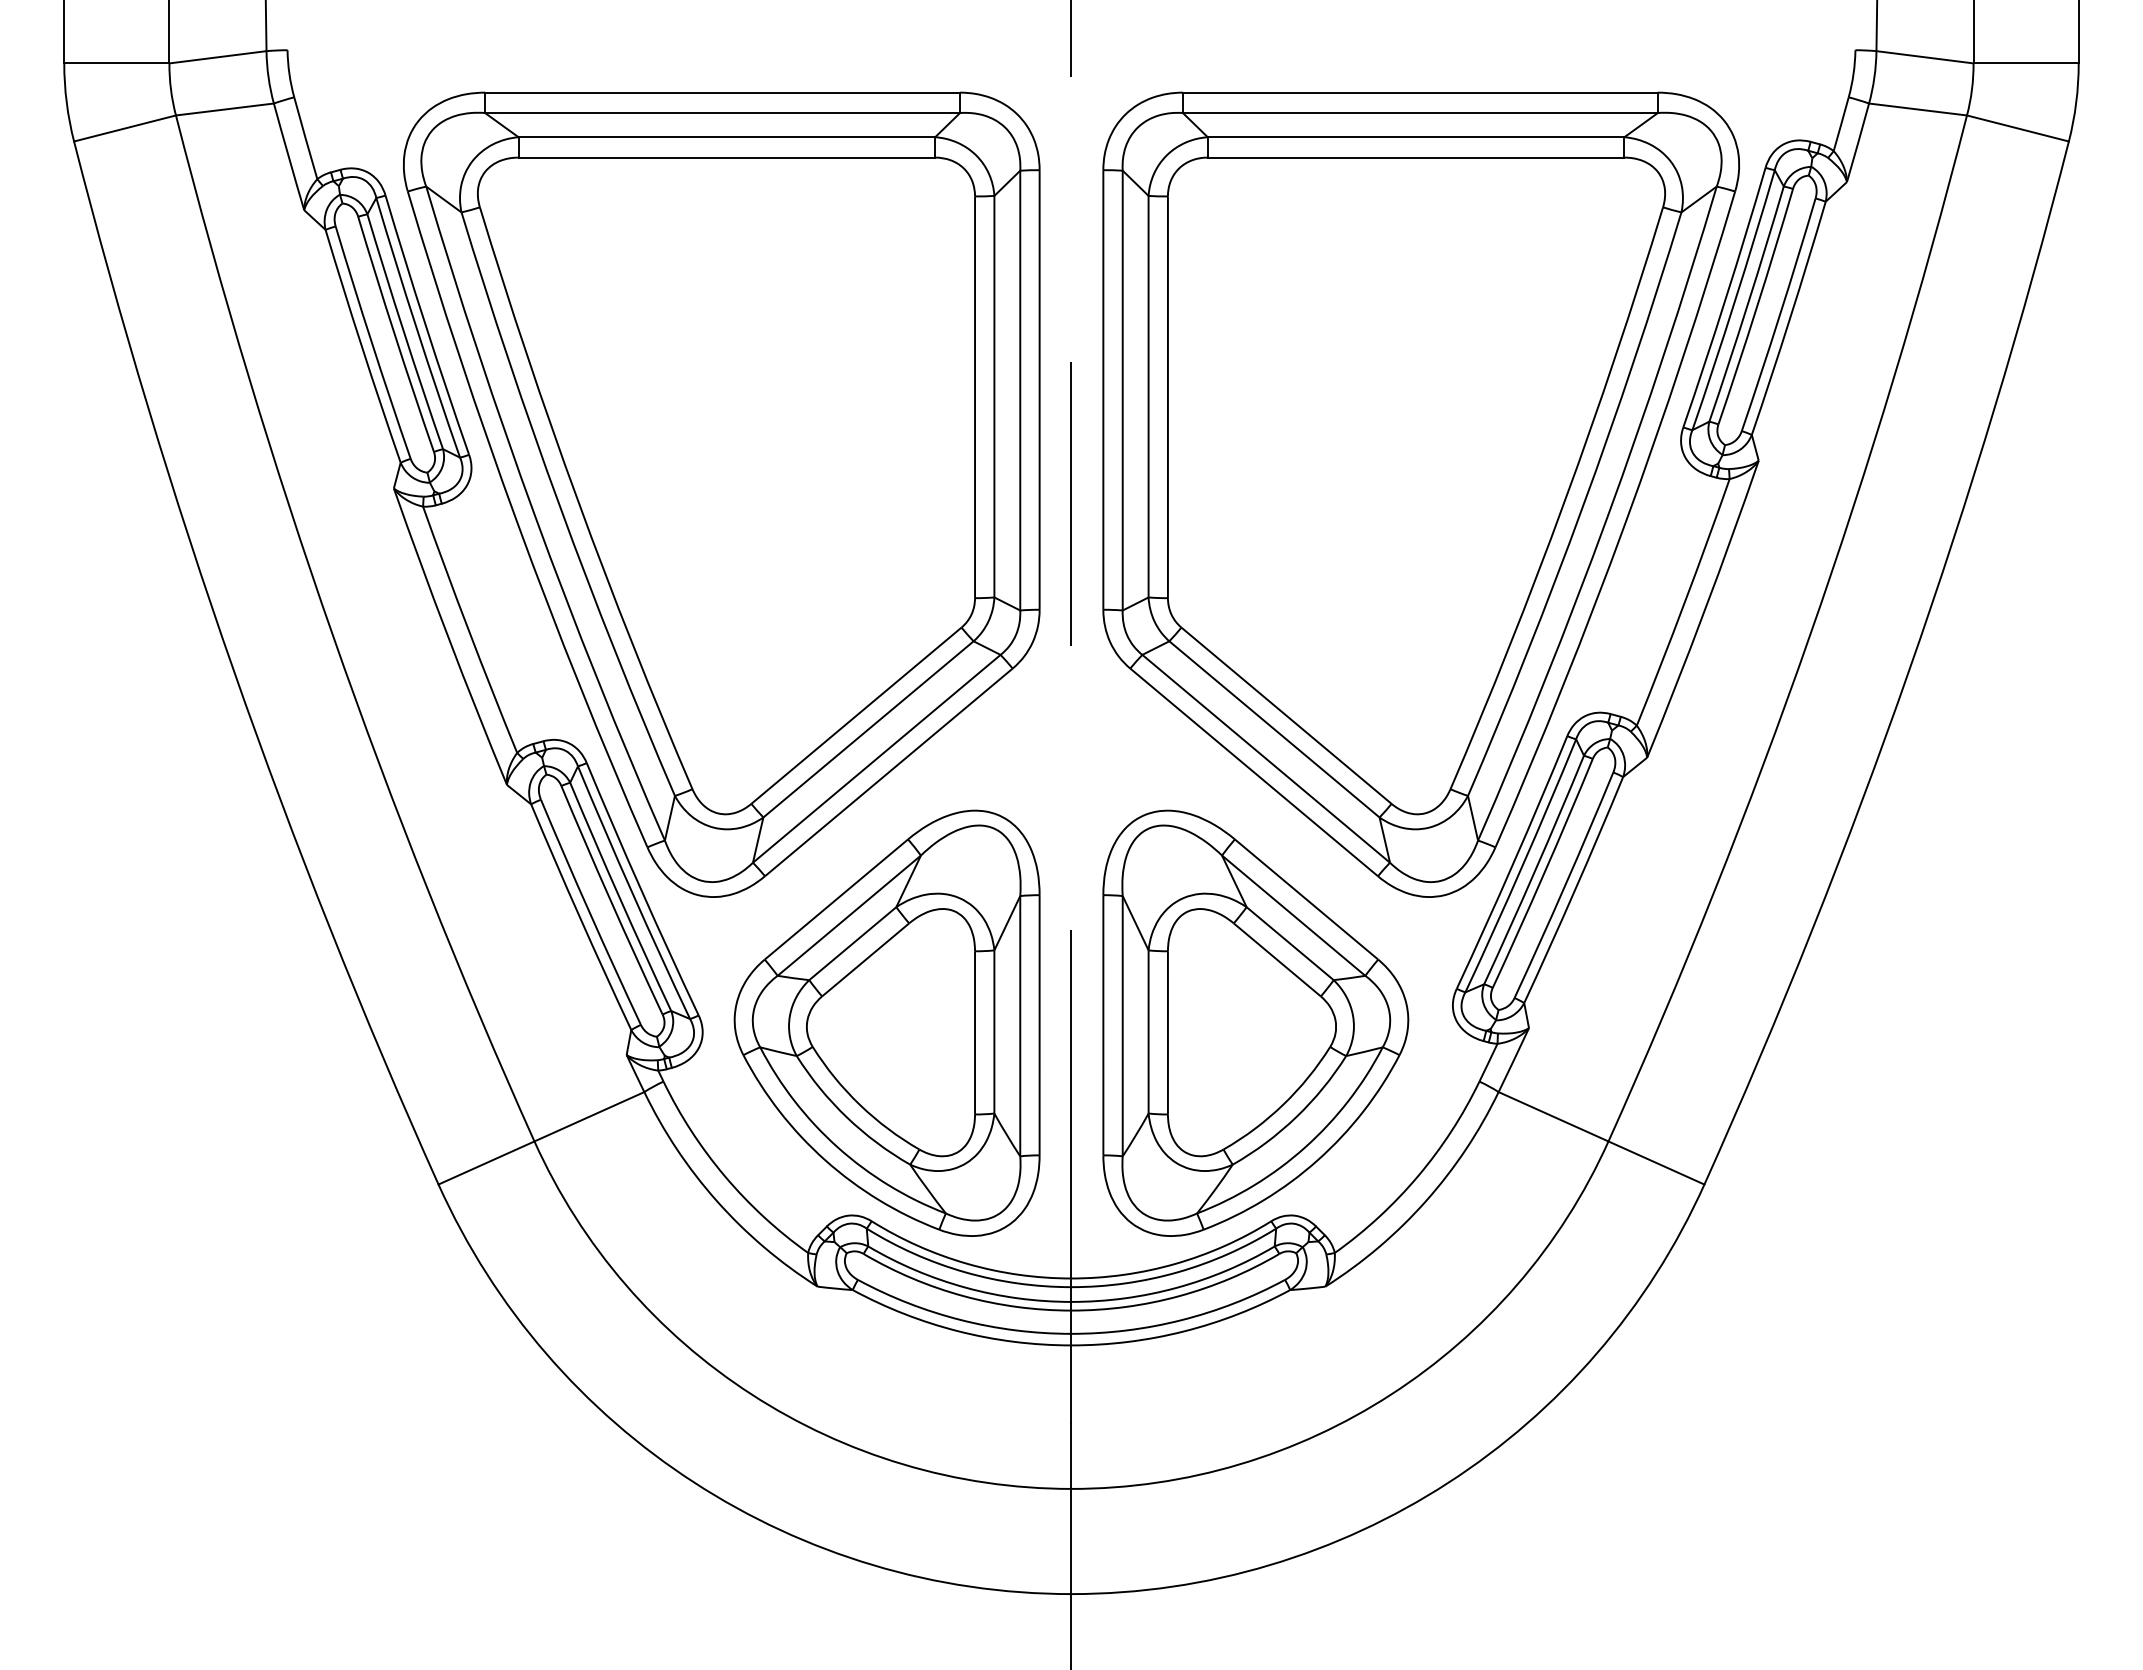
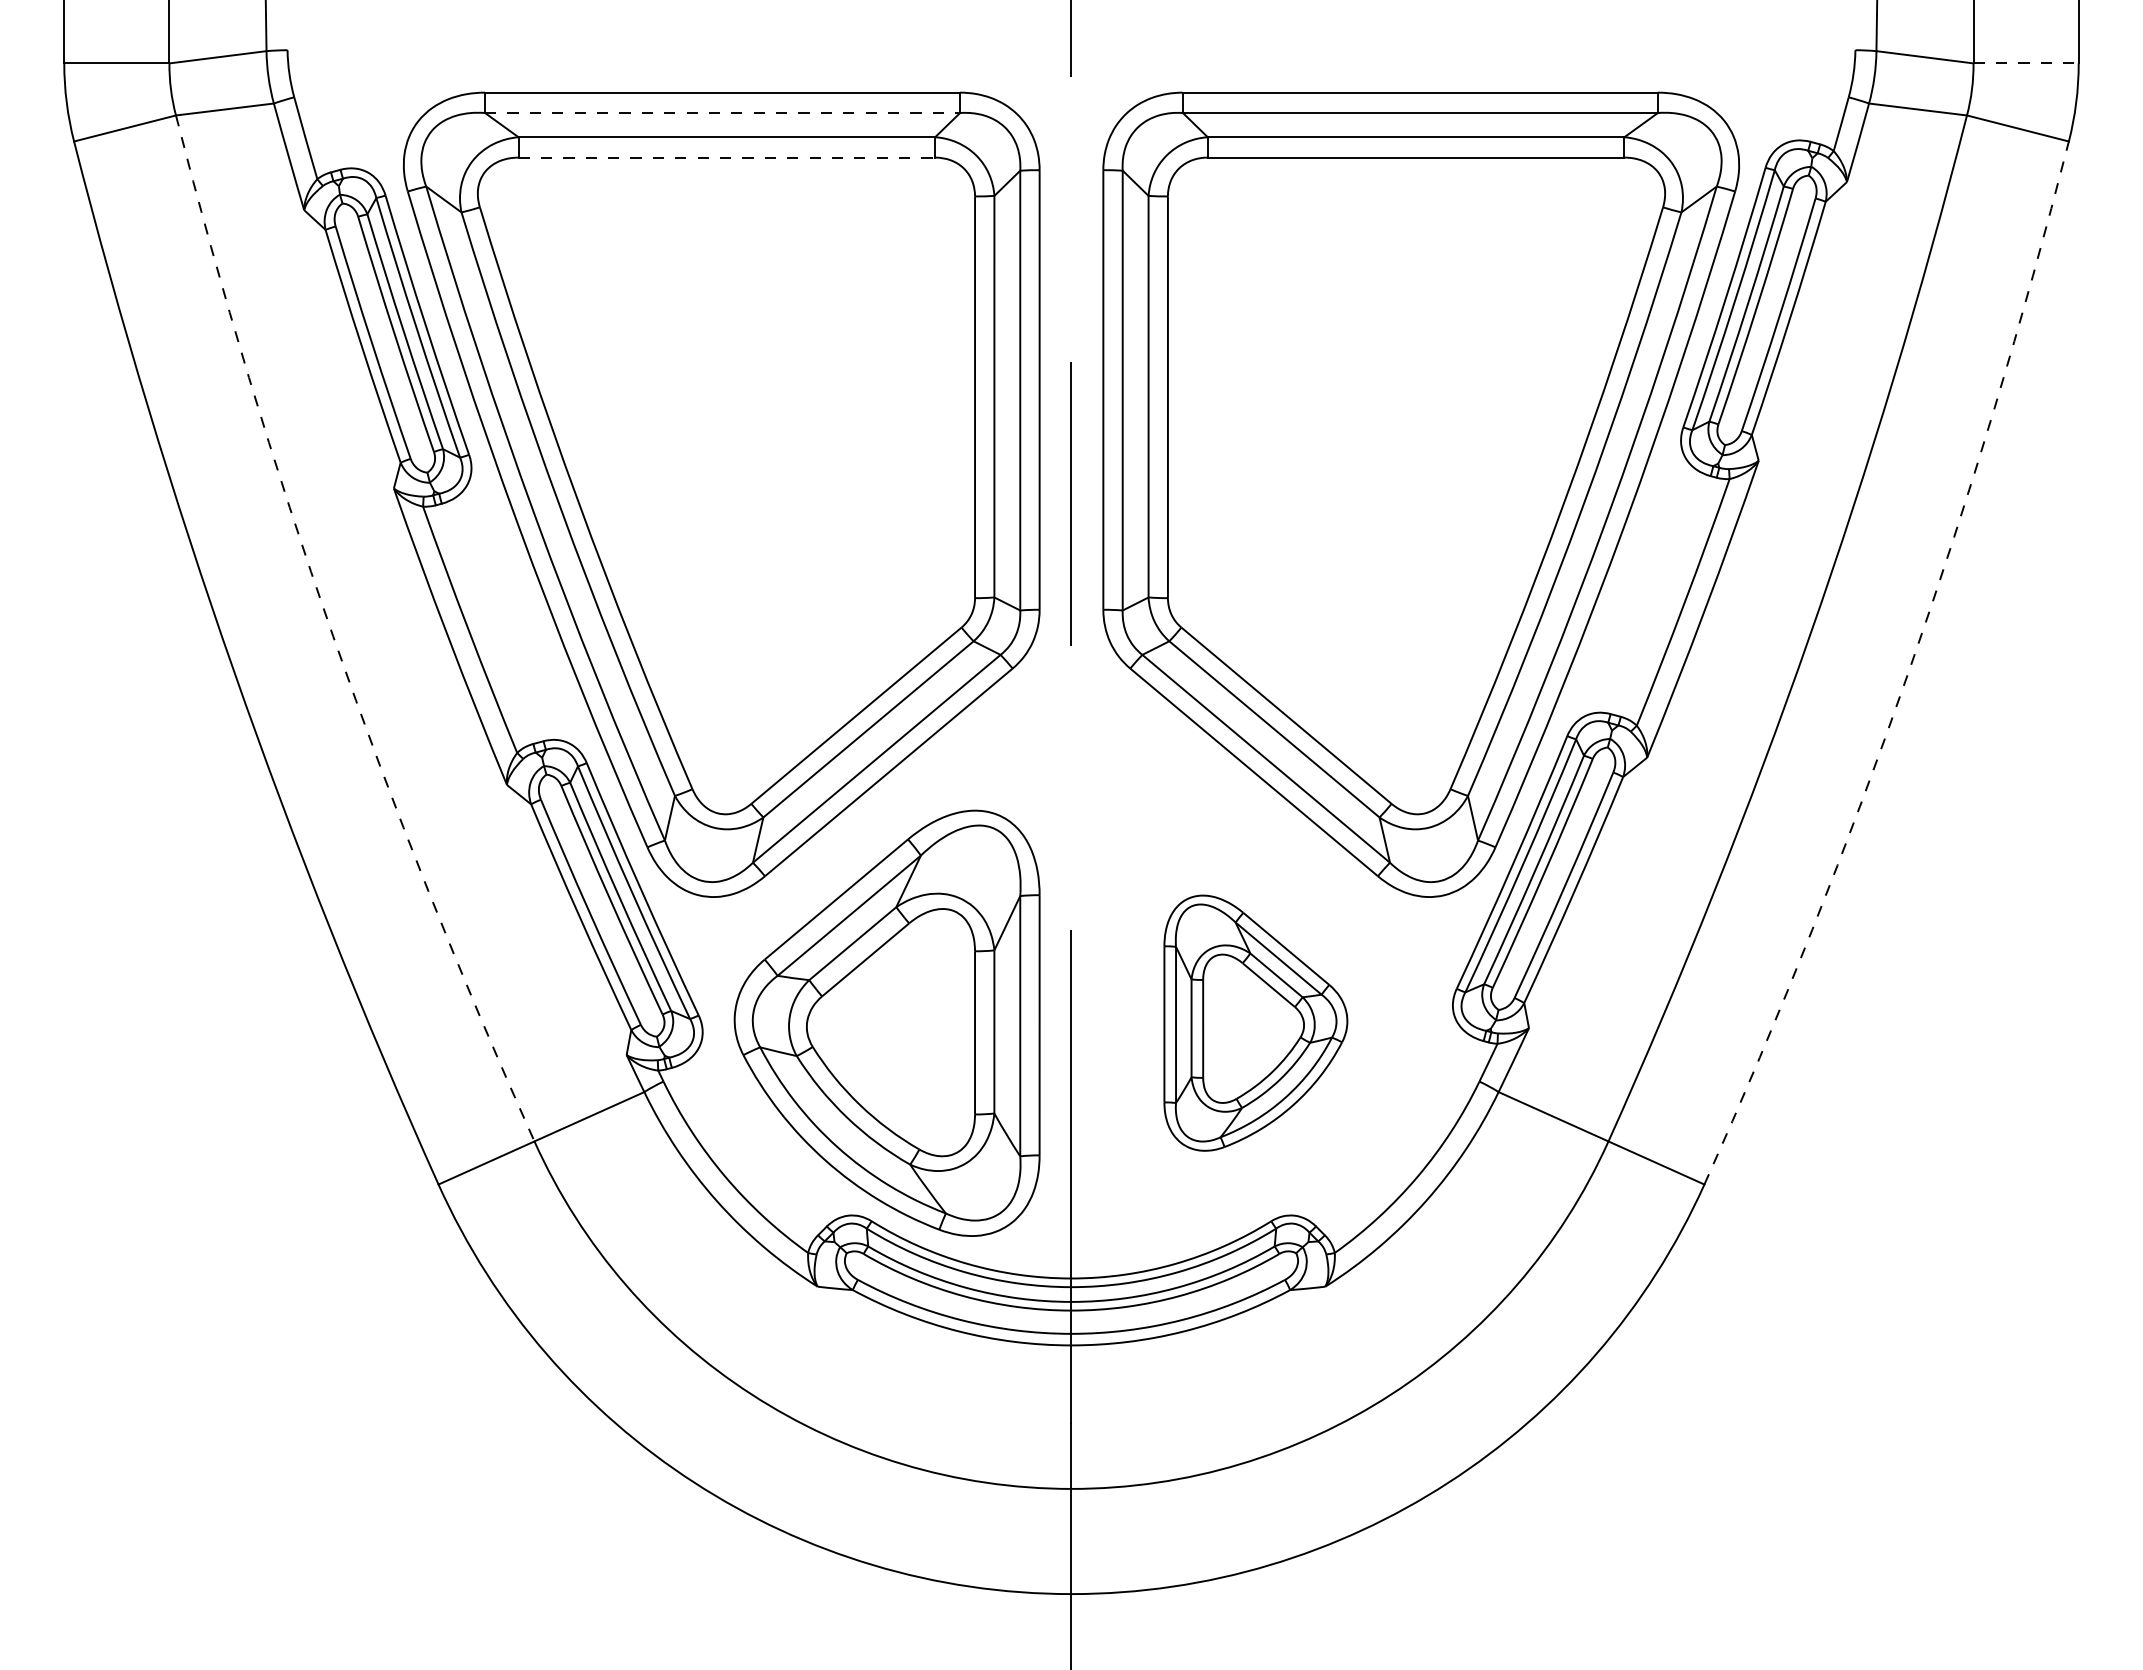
line at (2026, 63): solid -> dashed
line at (722, 113): solid -> dashed
line at (727, 157): solid -> dashed
arc at (333, 636): solid -> dashed
arc at (1909, 670): solid -> dashed
part at (1255, 1022) size: 308x428 px -> 186x258 px
